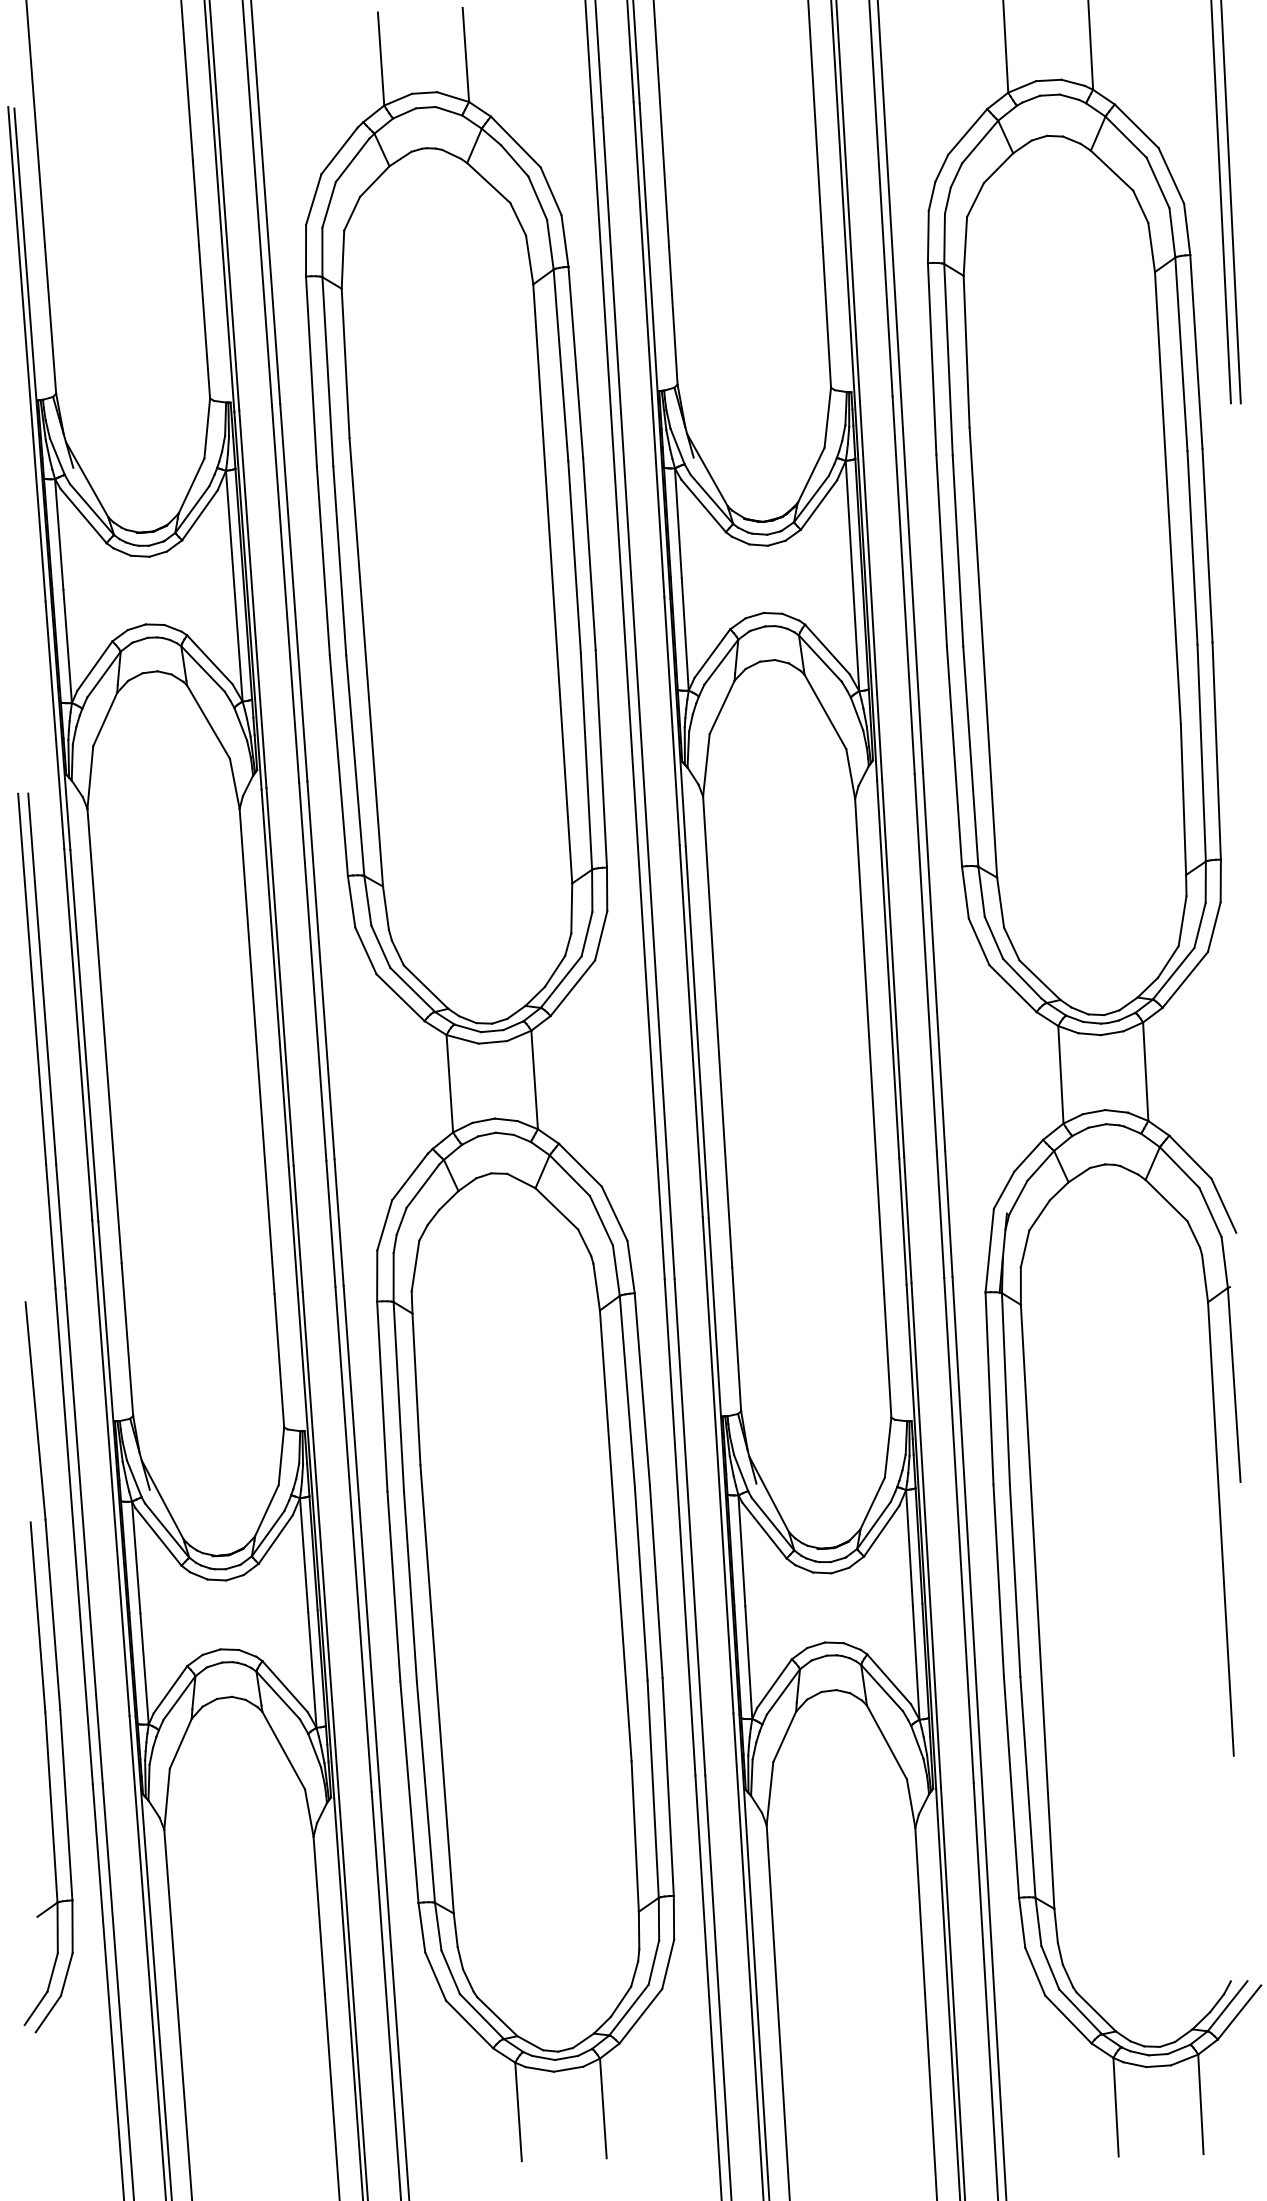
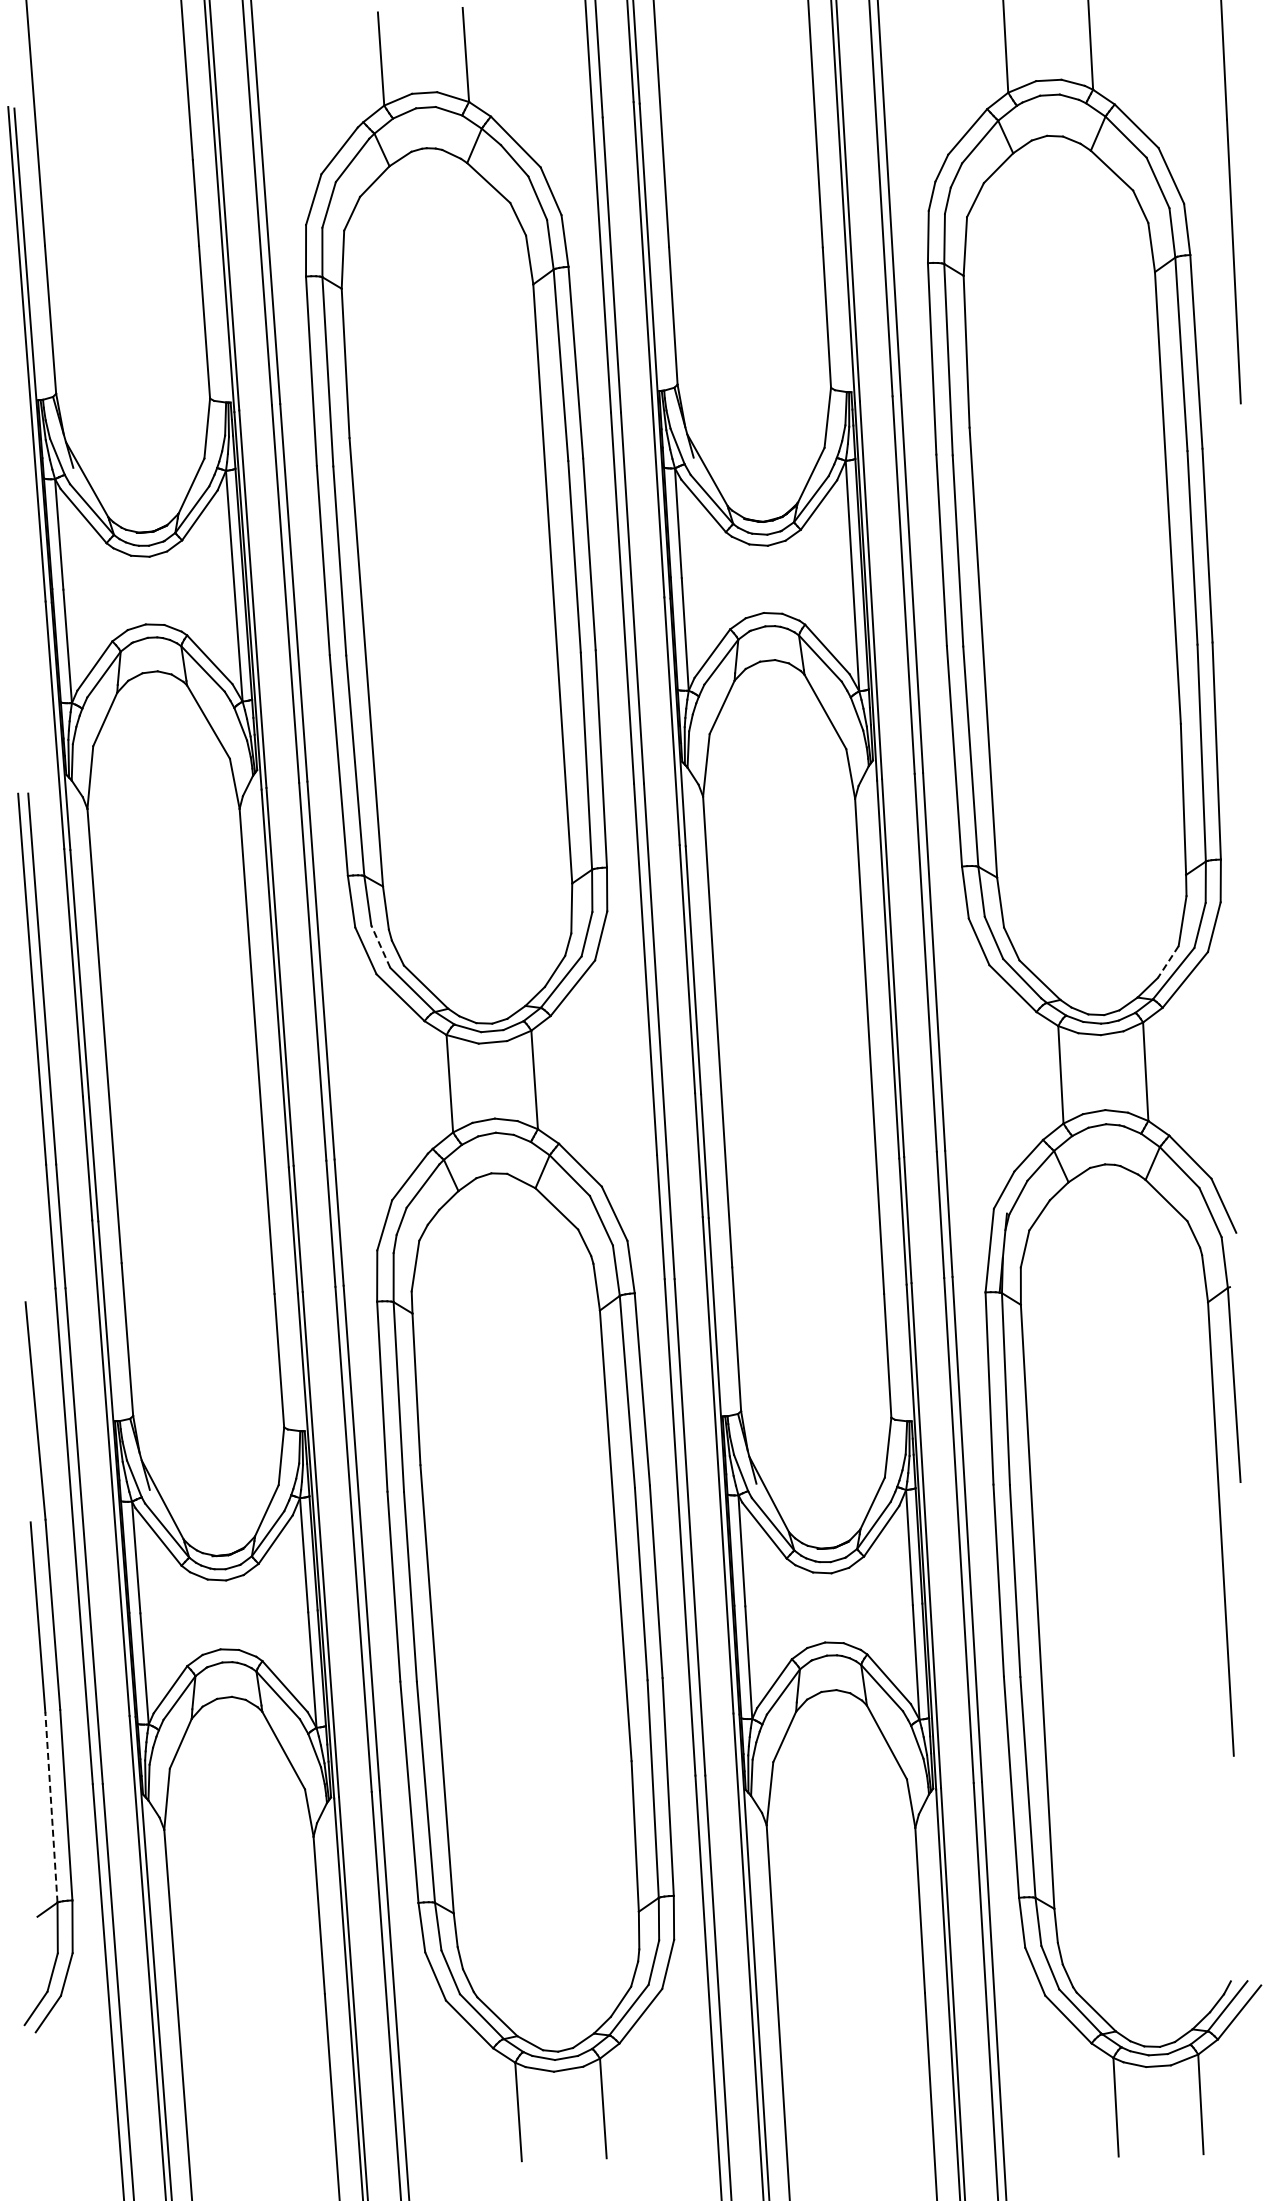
line at (1220, 202): present -> none
line at (380, 946): solid -> dashed
line at (1168, 962): solid -> dashed
line at (51, 1806): solid -> dashed
